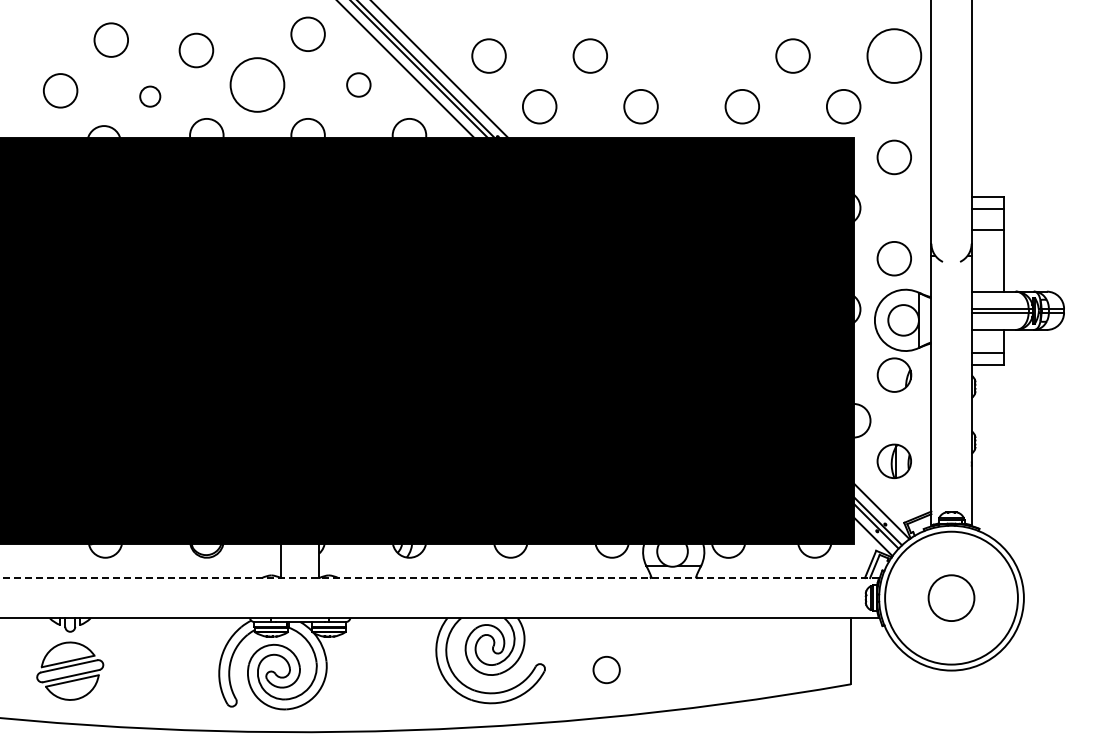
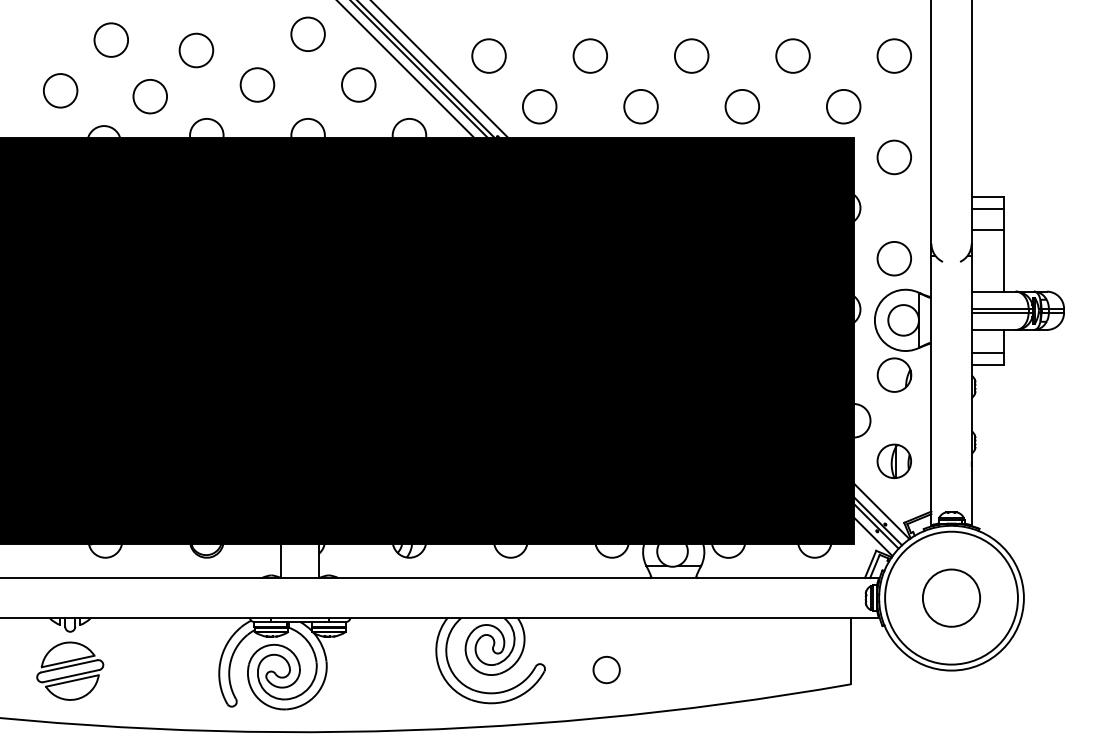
circle at (691, 55): none -> present
circle at (894, 55) diameter: 54 px -> 34 px
circle at (257, 84) diameter: 54 px -> 34 px
circle at (358, 84) size: 26x26 px -> 36x36 px
circle at (150, 96) diameter: 20 px -> 34 px
line at (438, 578): dashed -> solid
circle at (951, 598) diameter: 46 px -> 57 px
